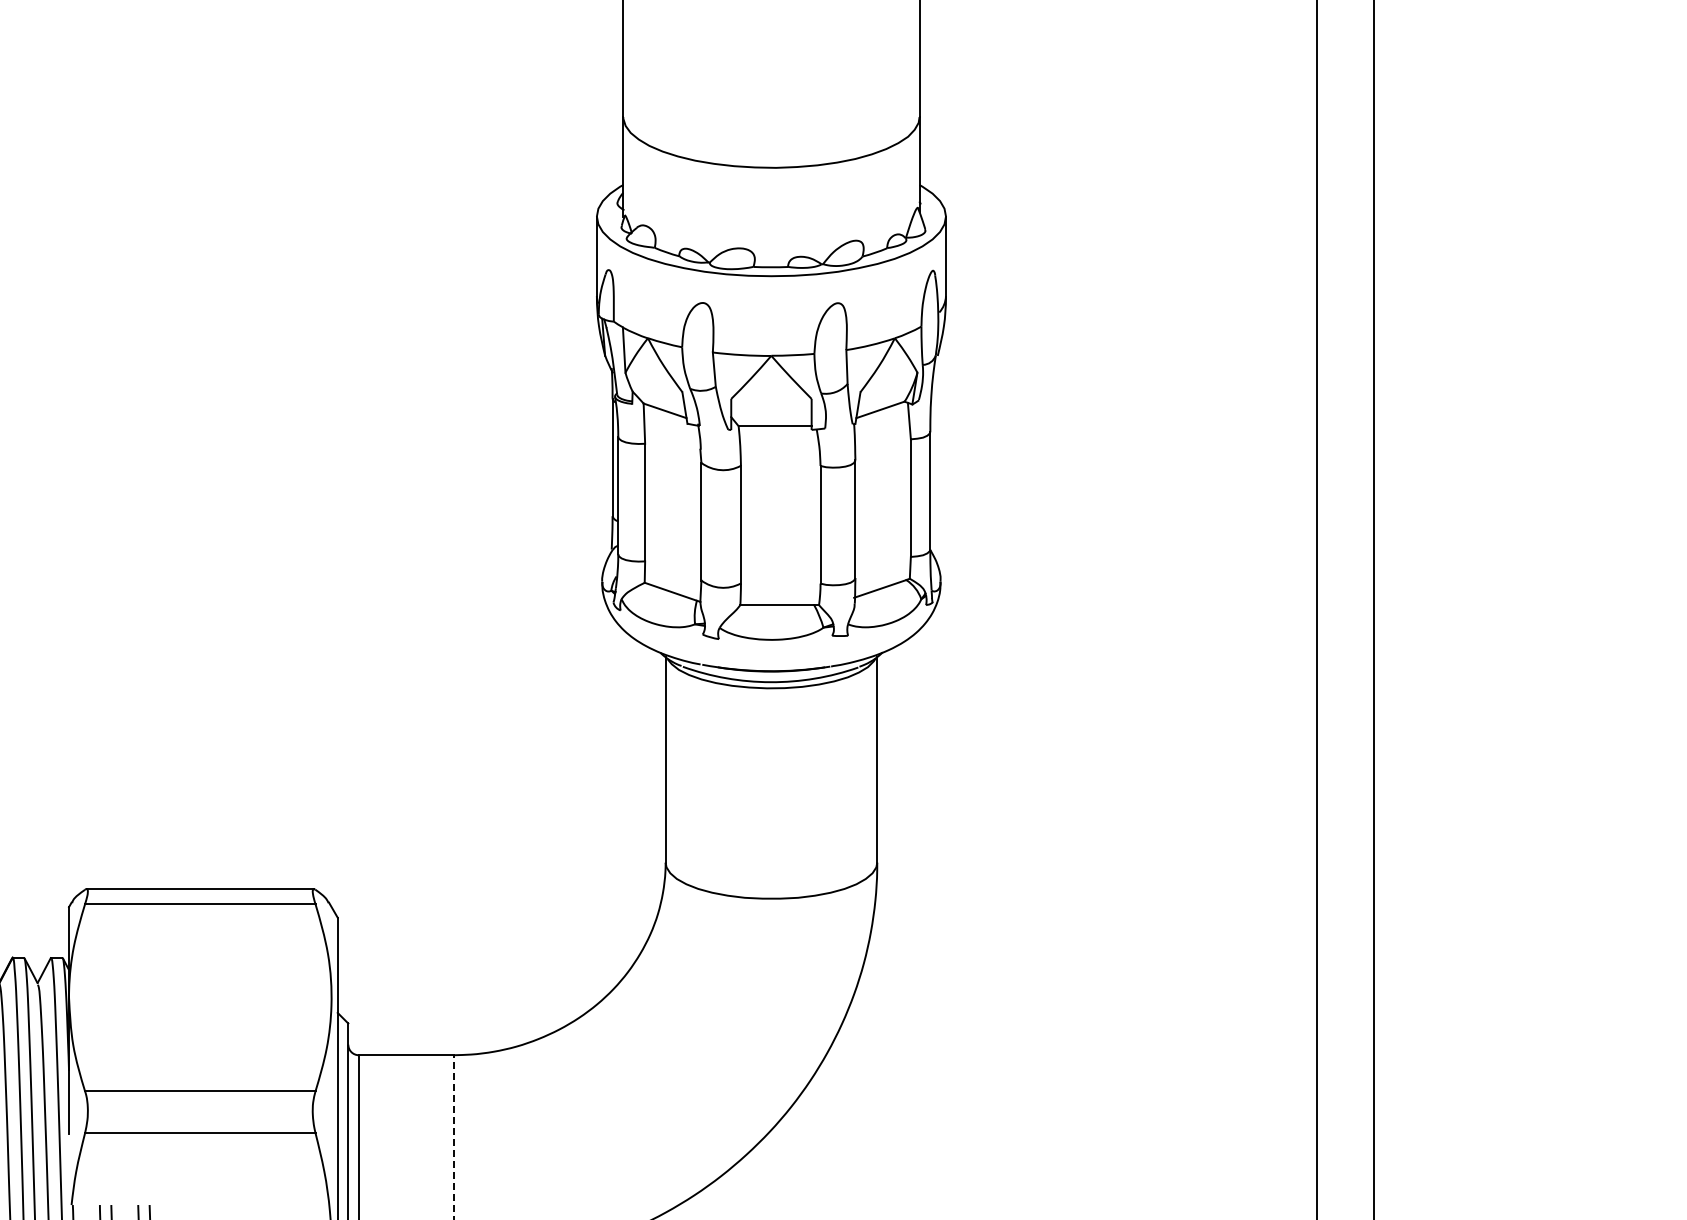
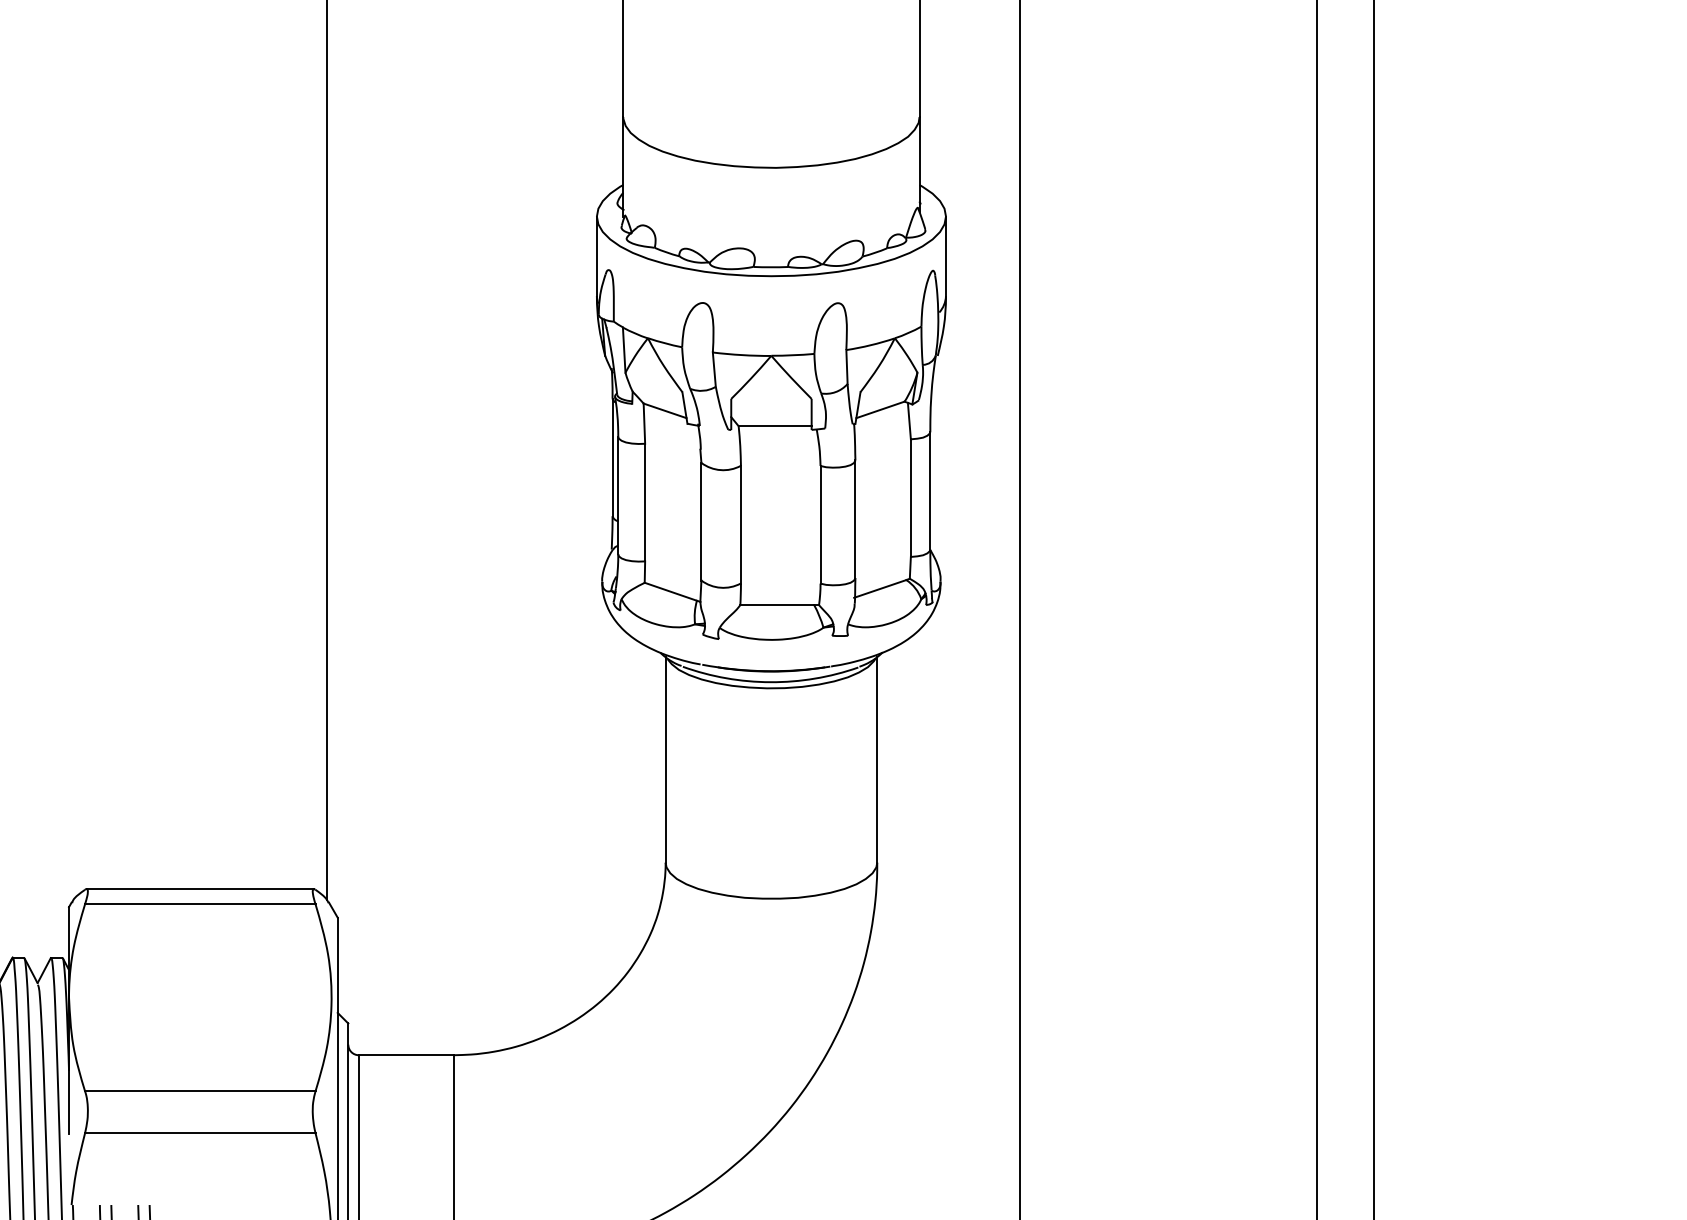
line at (327, 451): none -> present
line at (1020, 609): none -> present
line at (454, 1137): dashed -> solid
